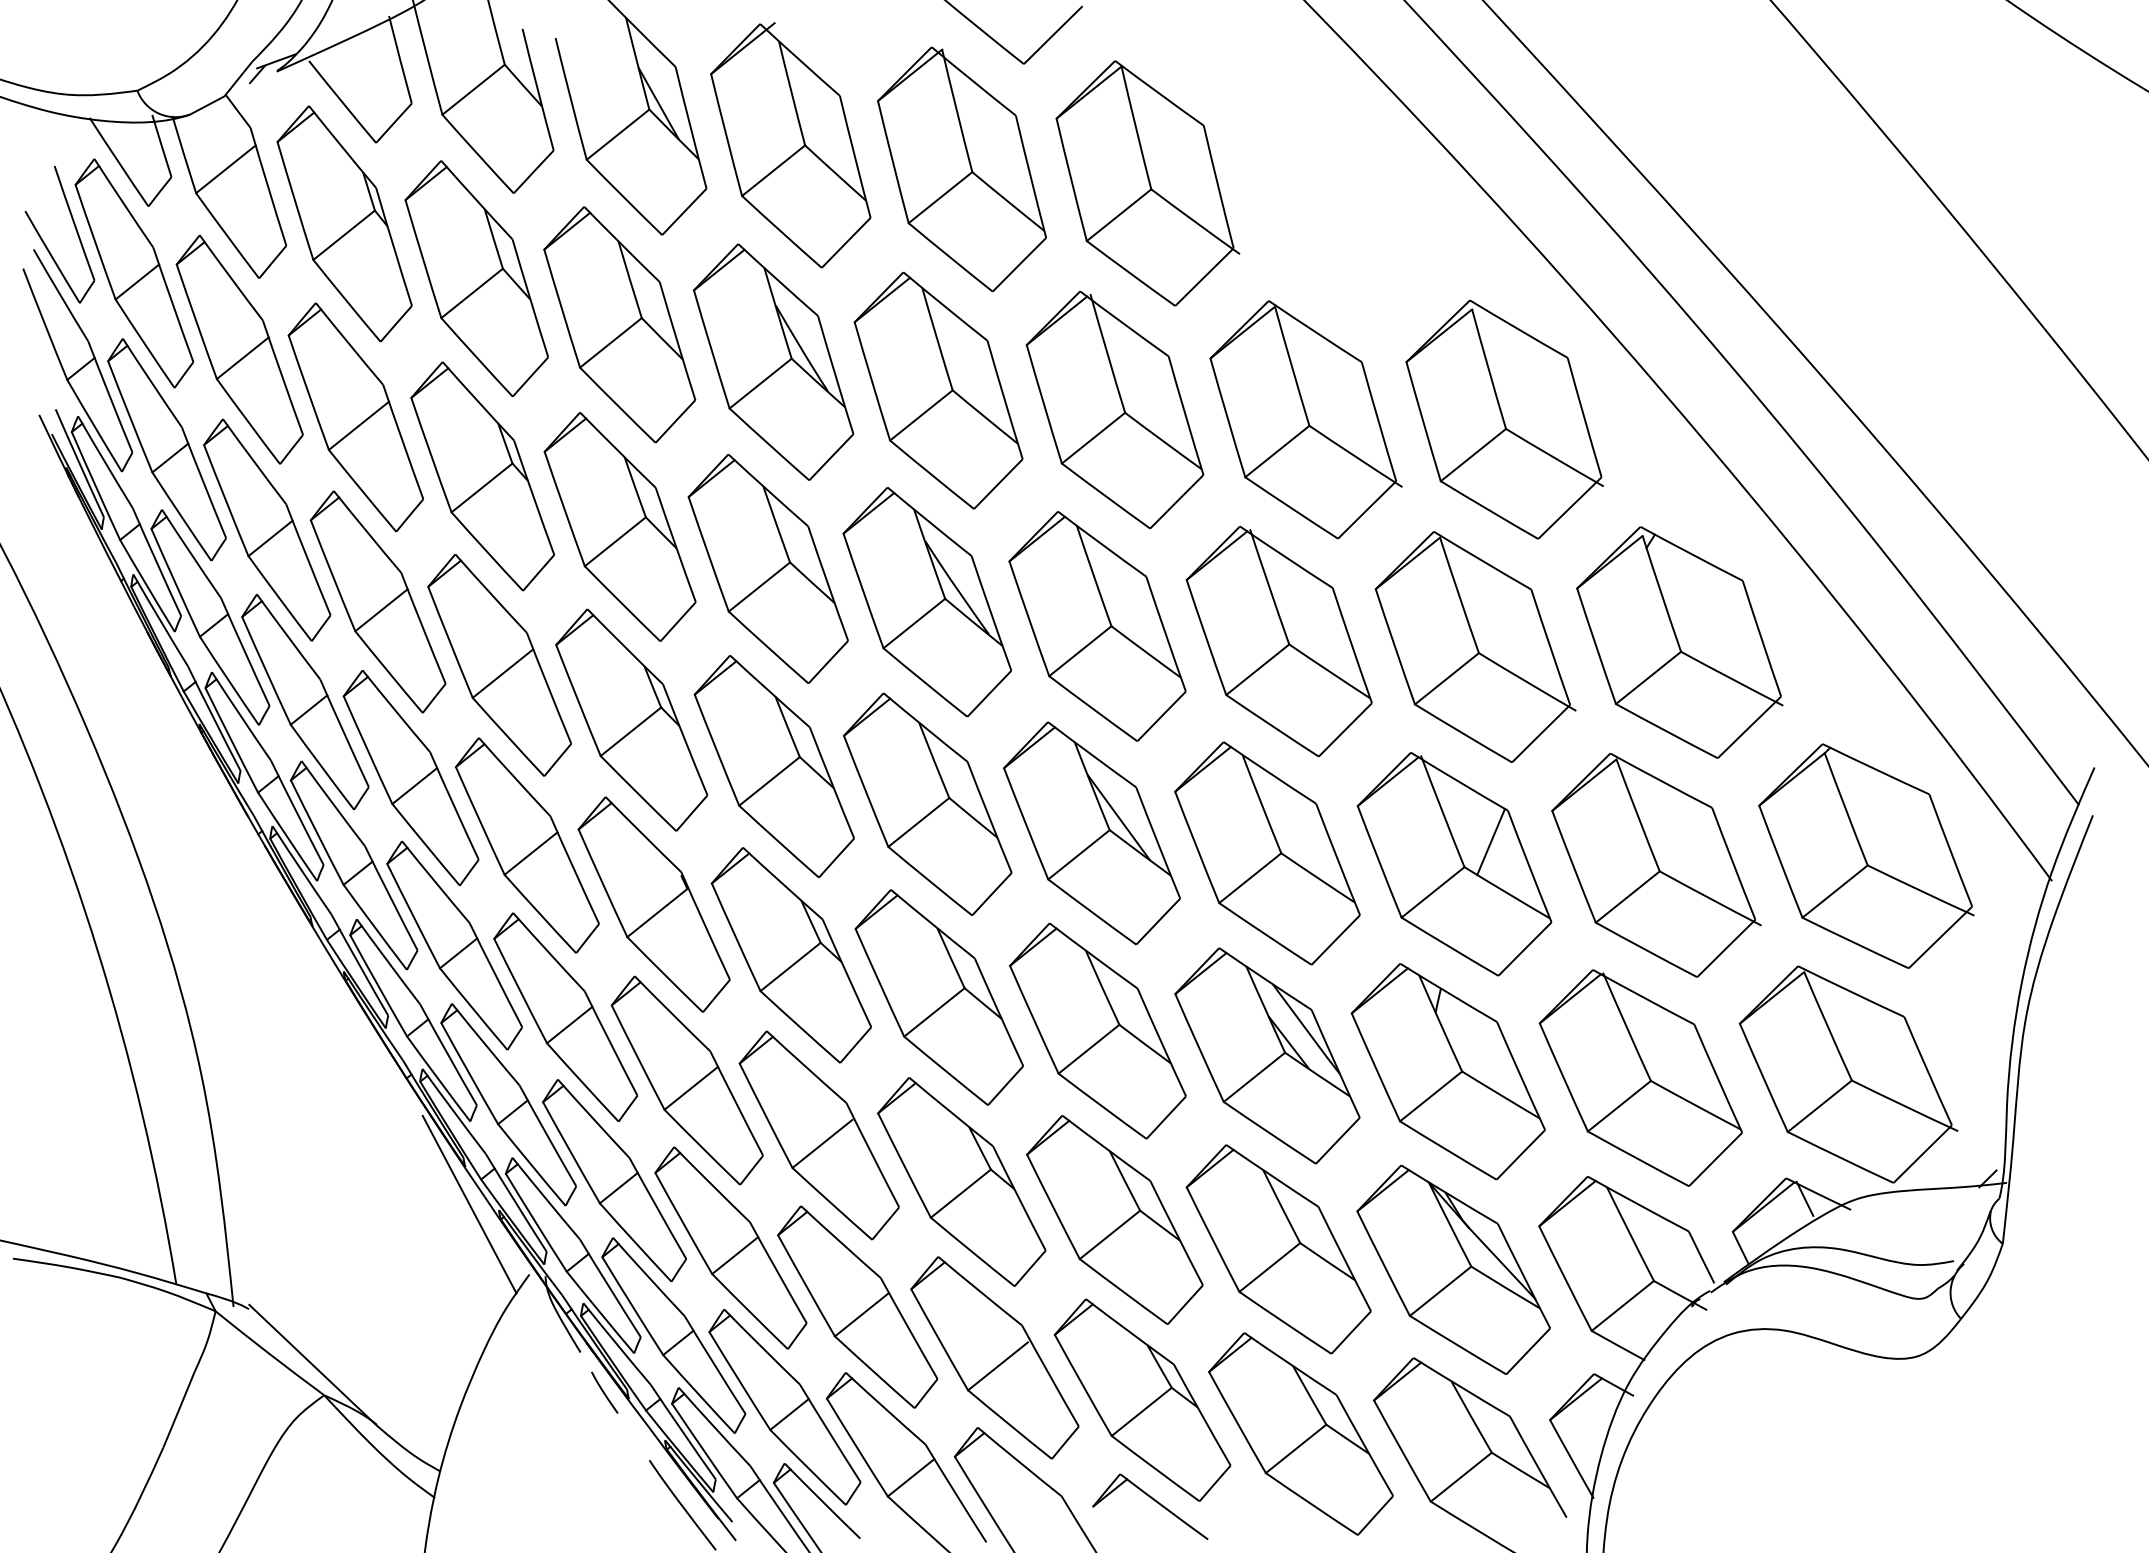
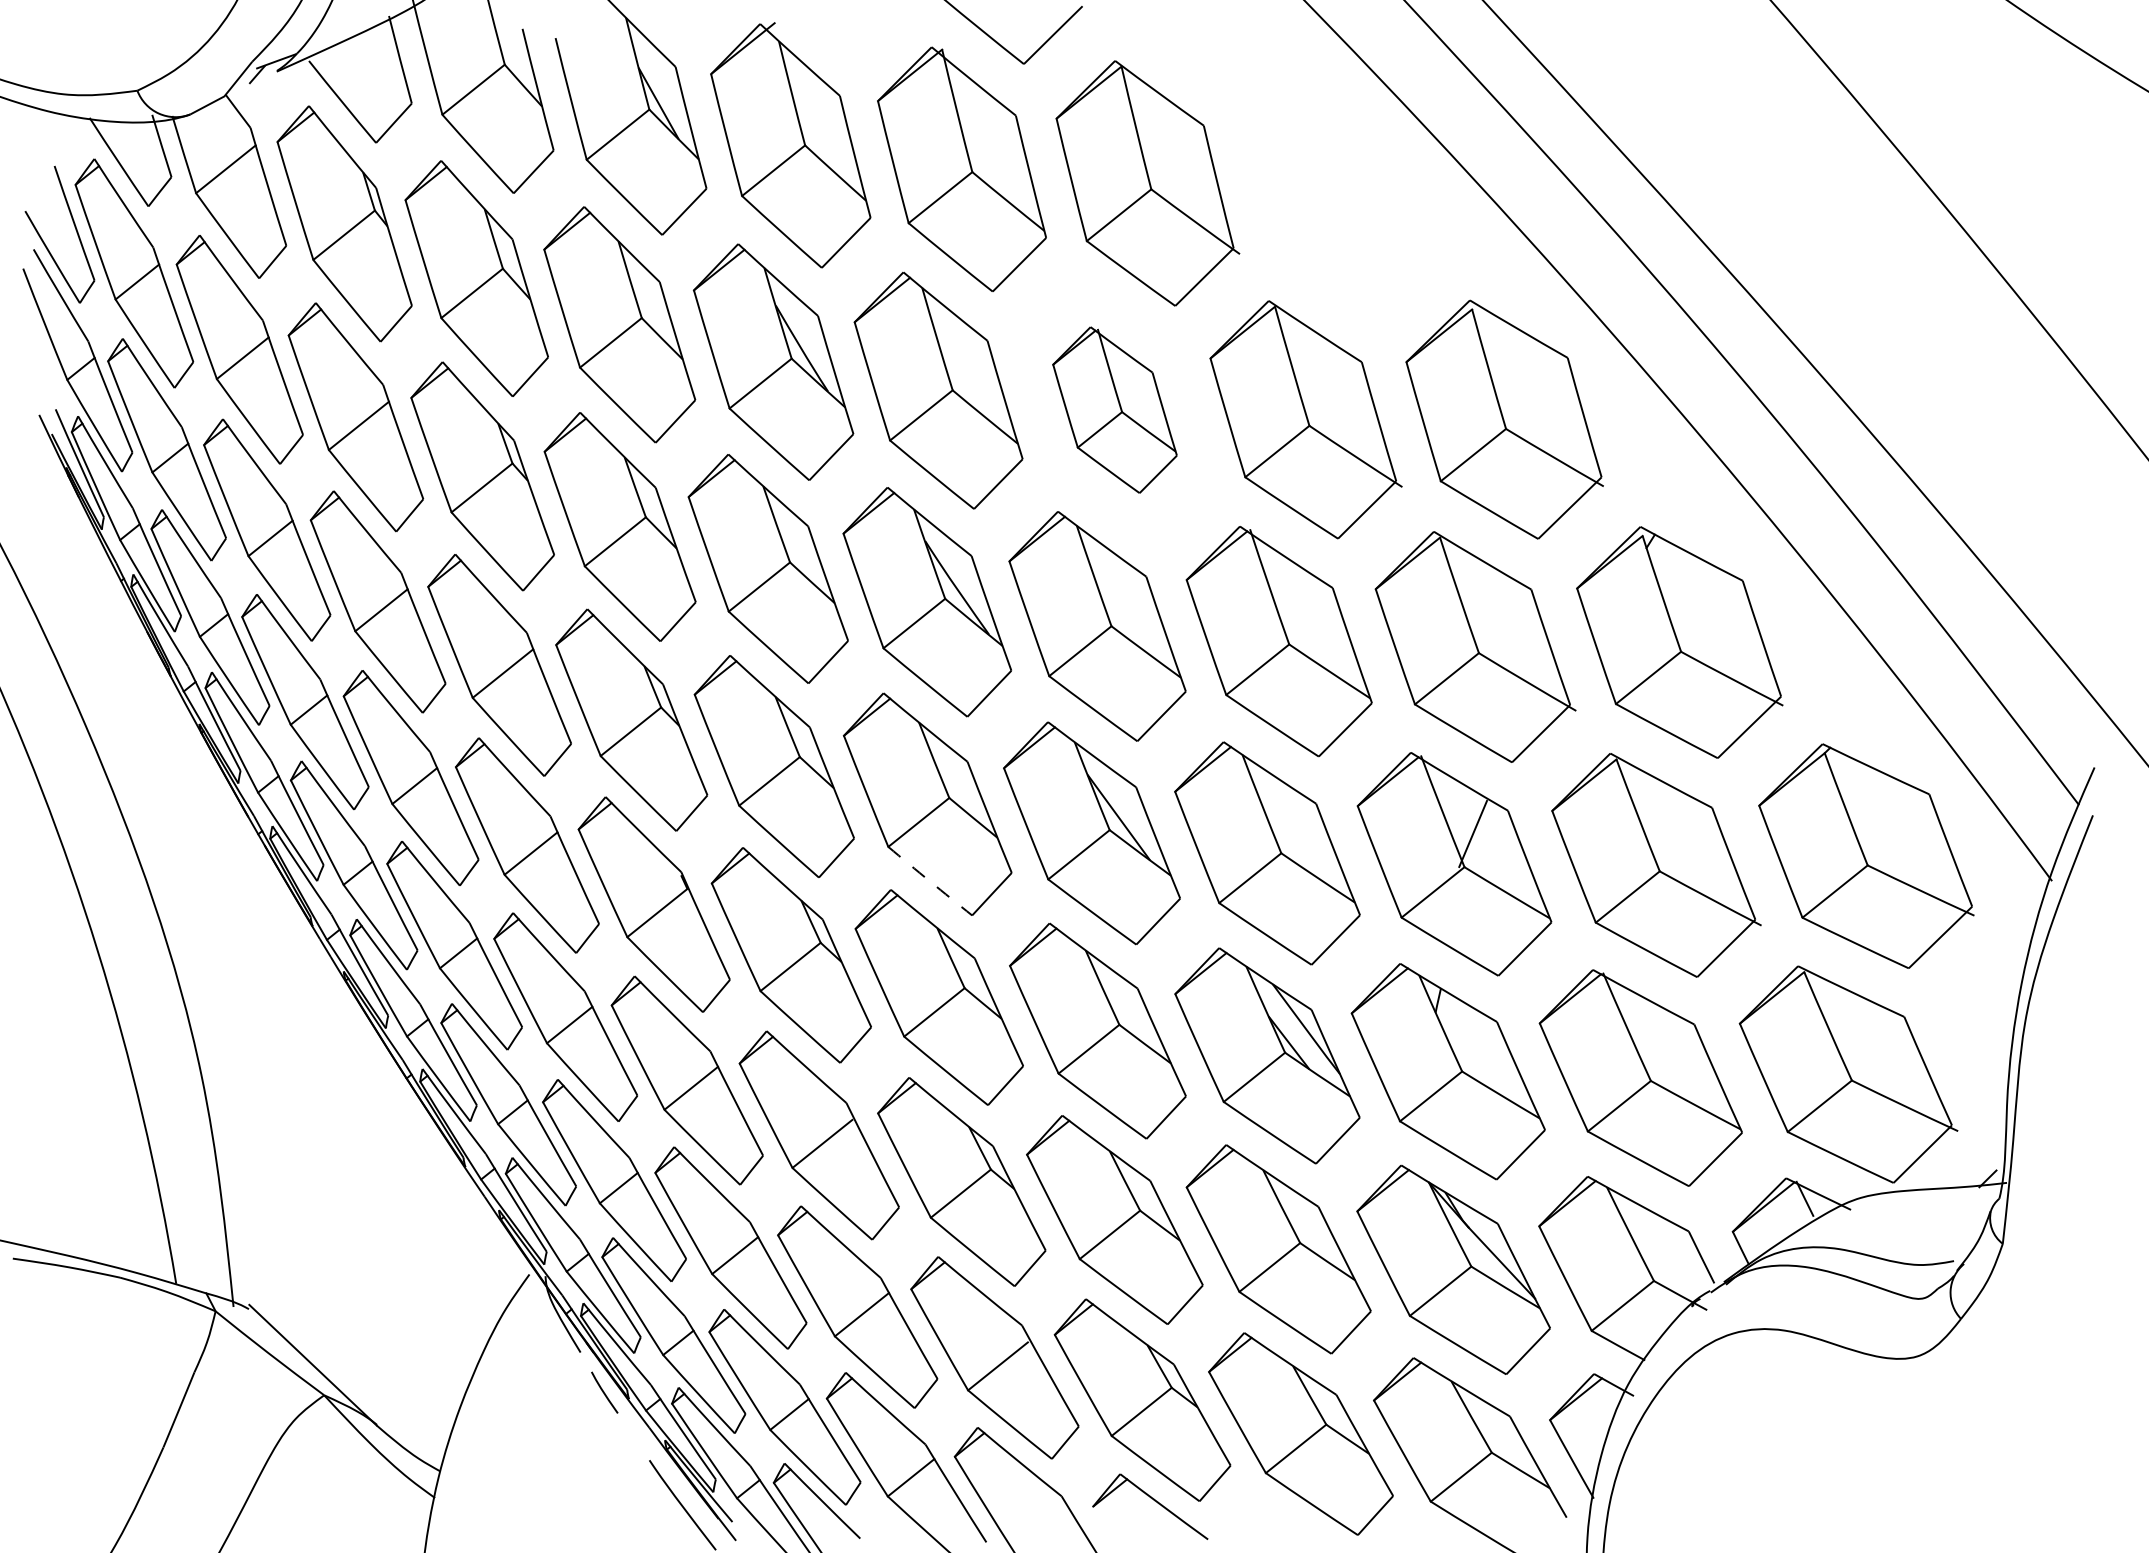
part at (1114, 410) size: 180x239 px -> 126x168 px
line at (1490, 841) position: (1490, 841) -> (1472, 833)
arc at (930, 881): solid -> dashed
line at (469, 1204): present -> none
